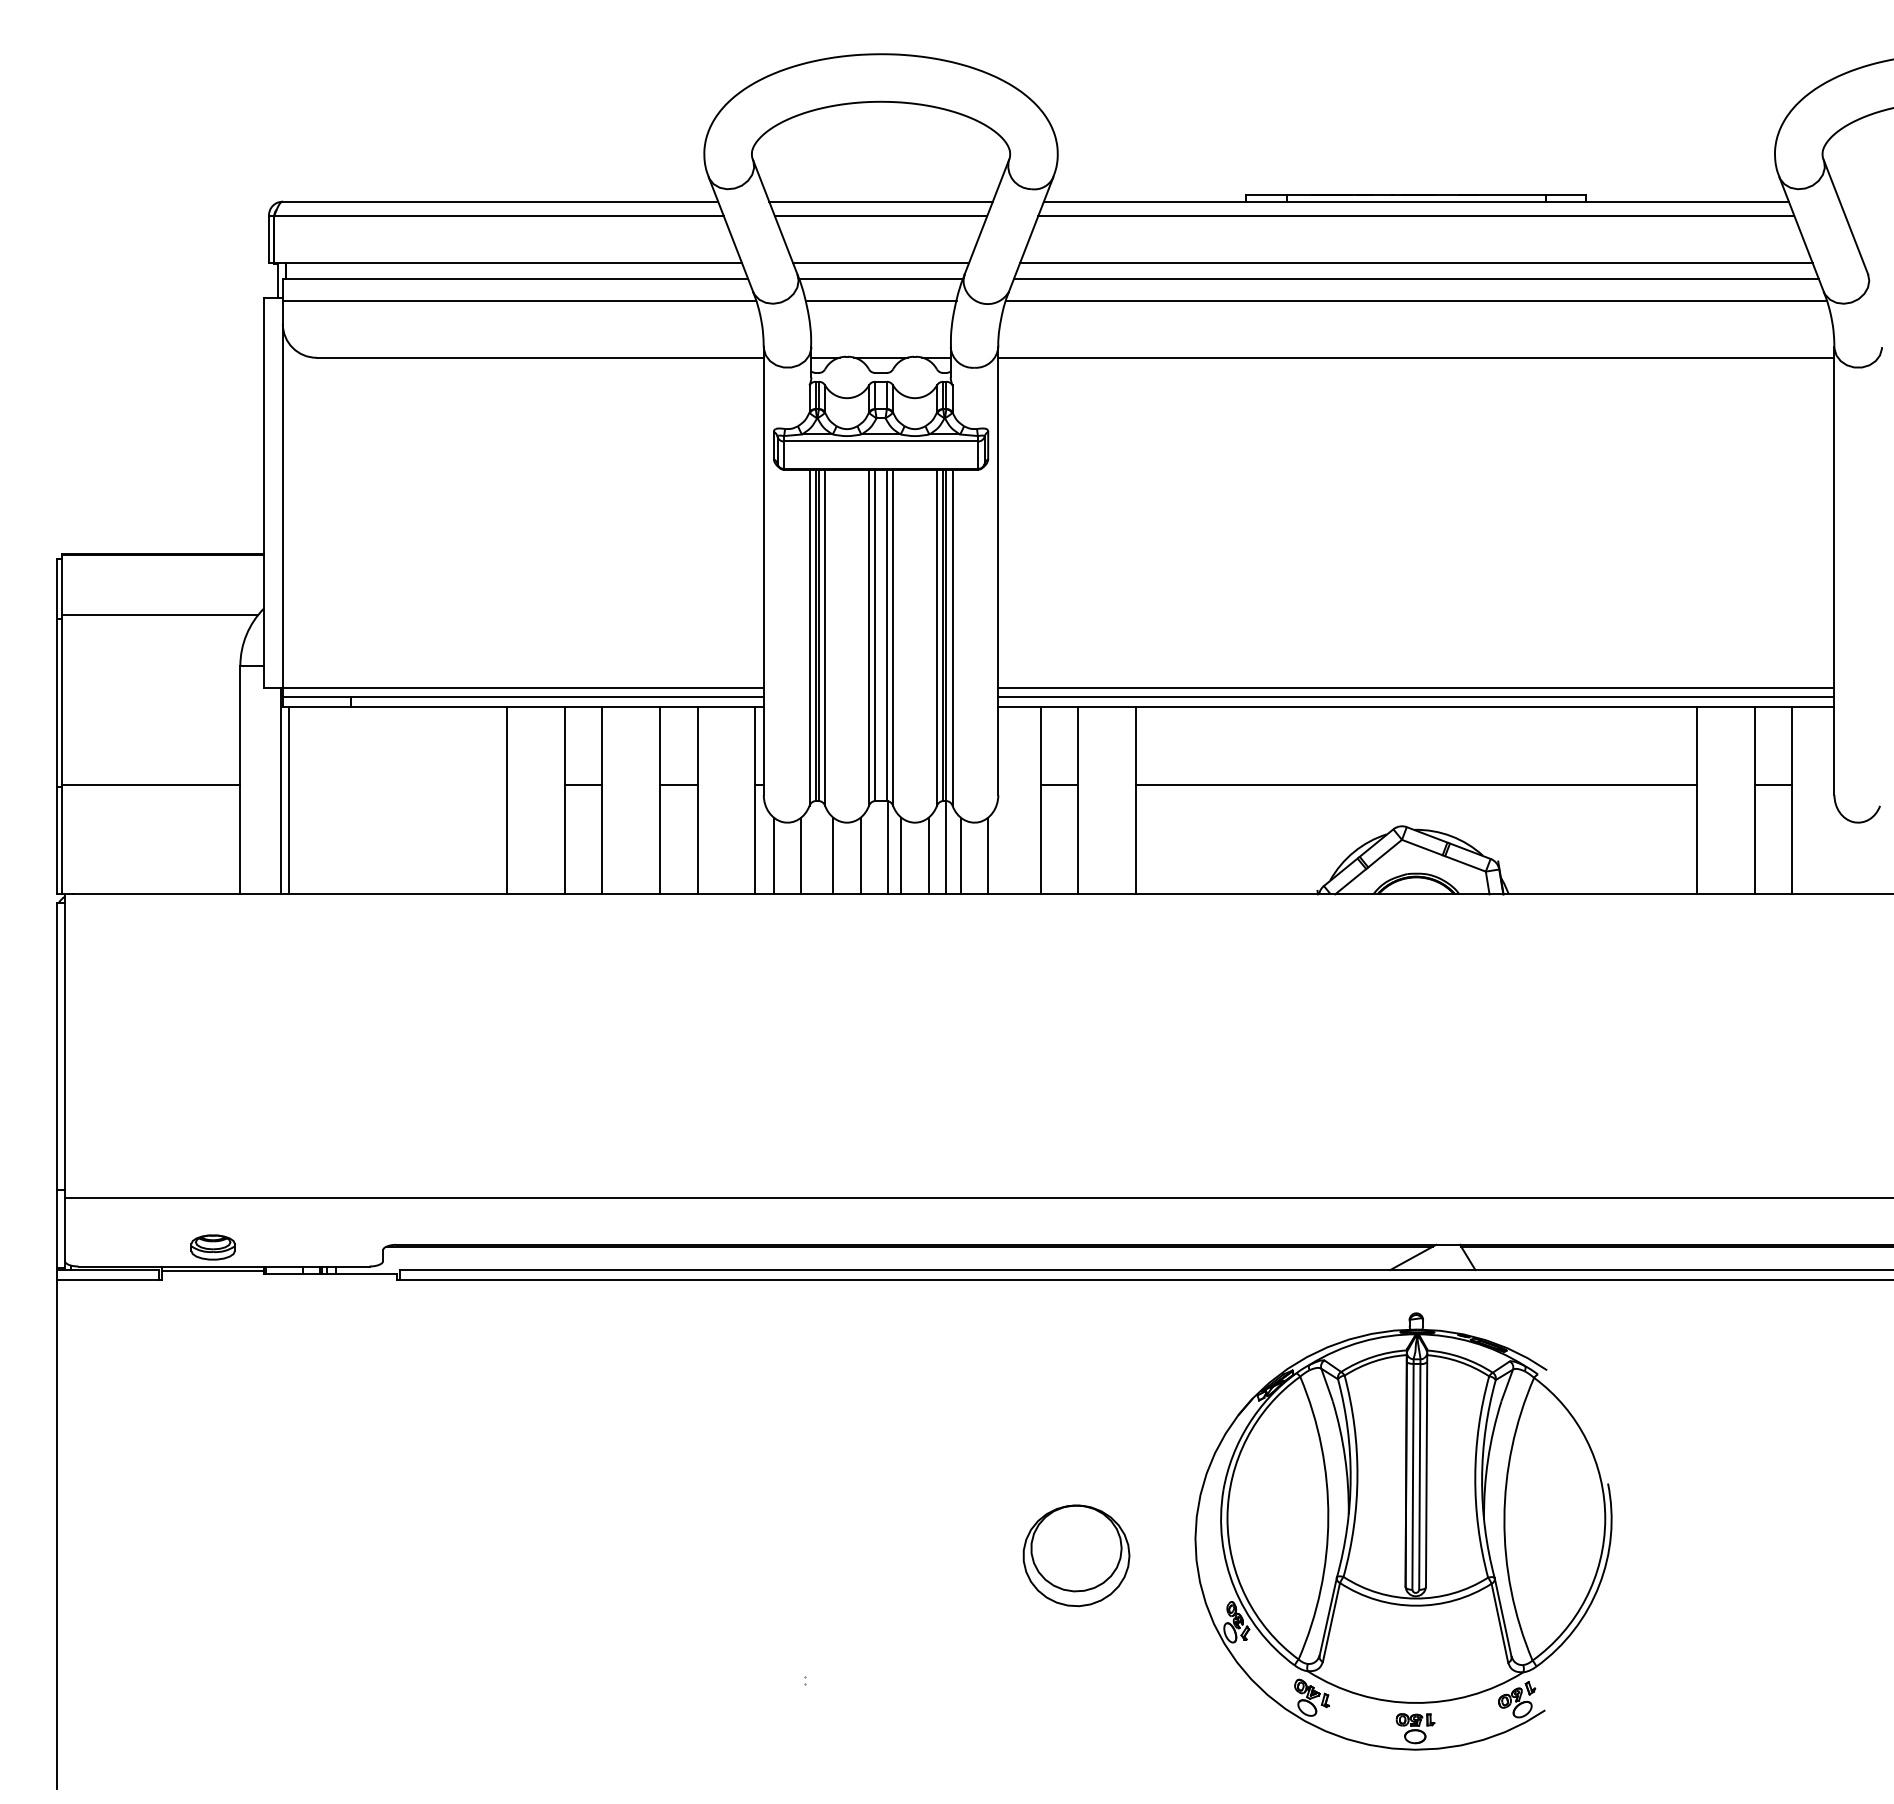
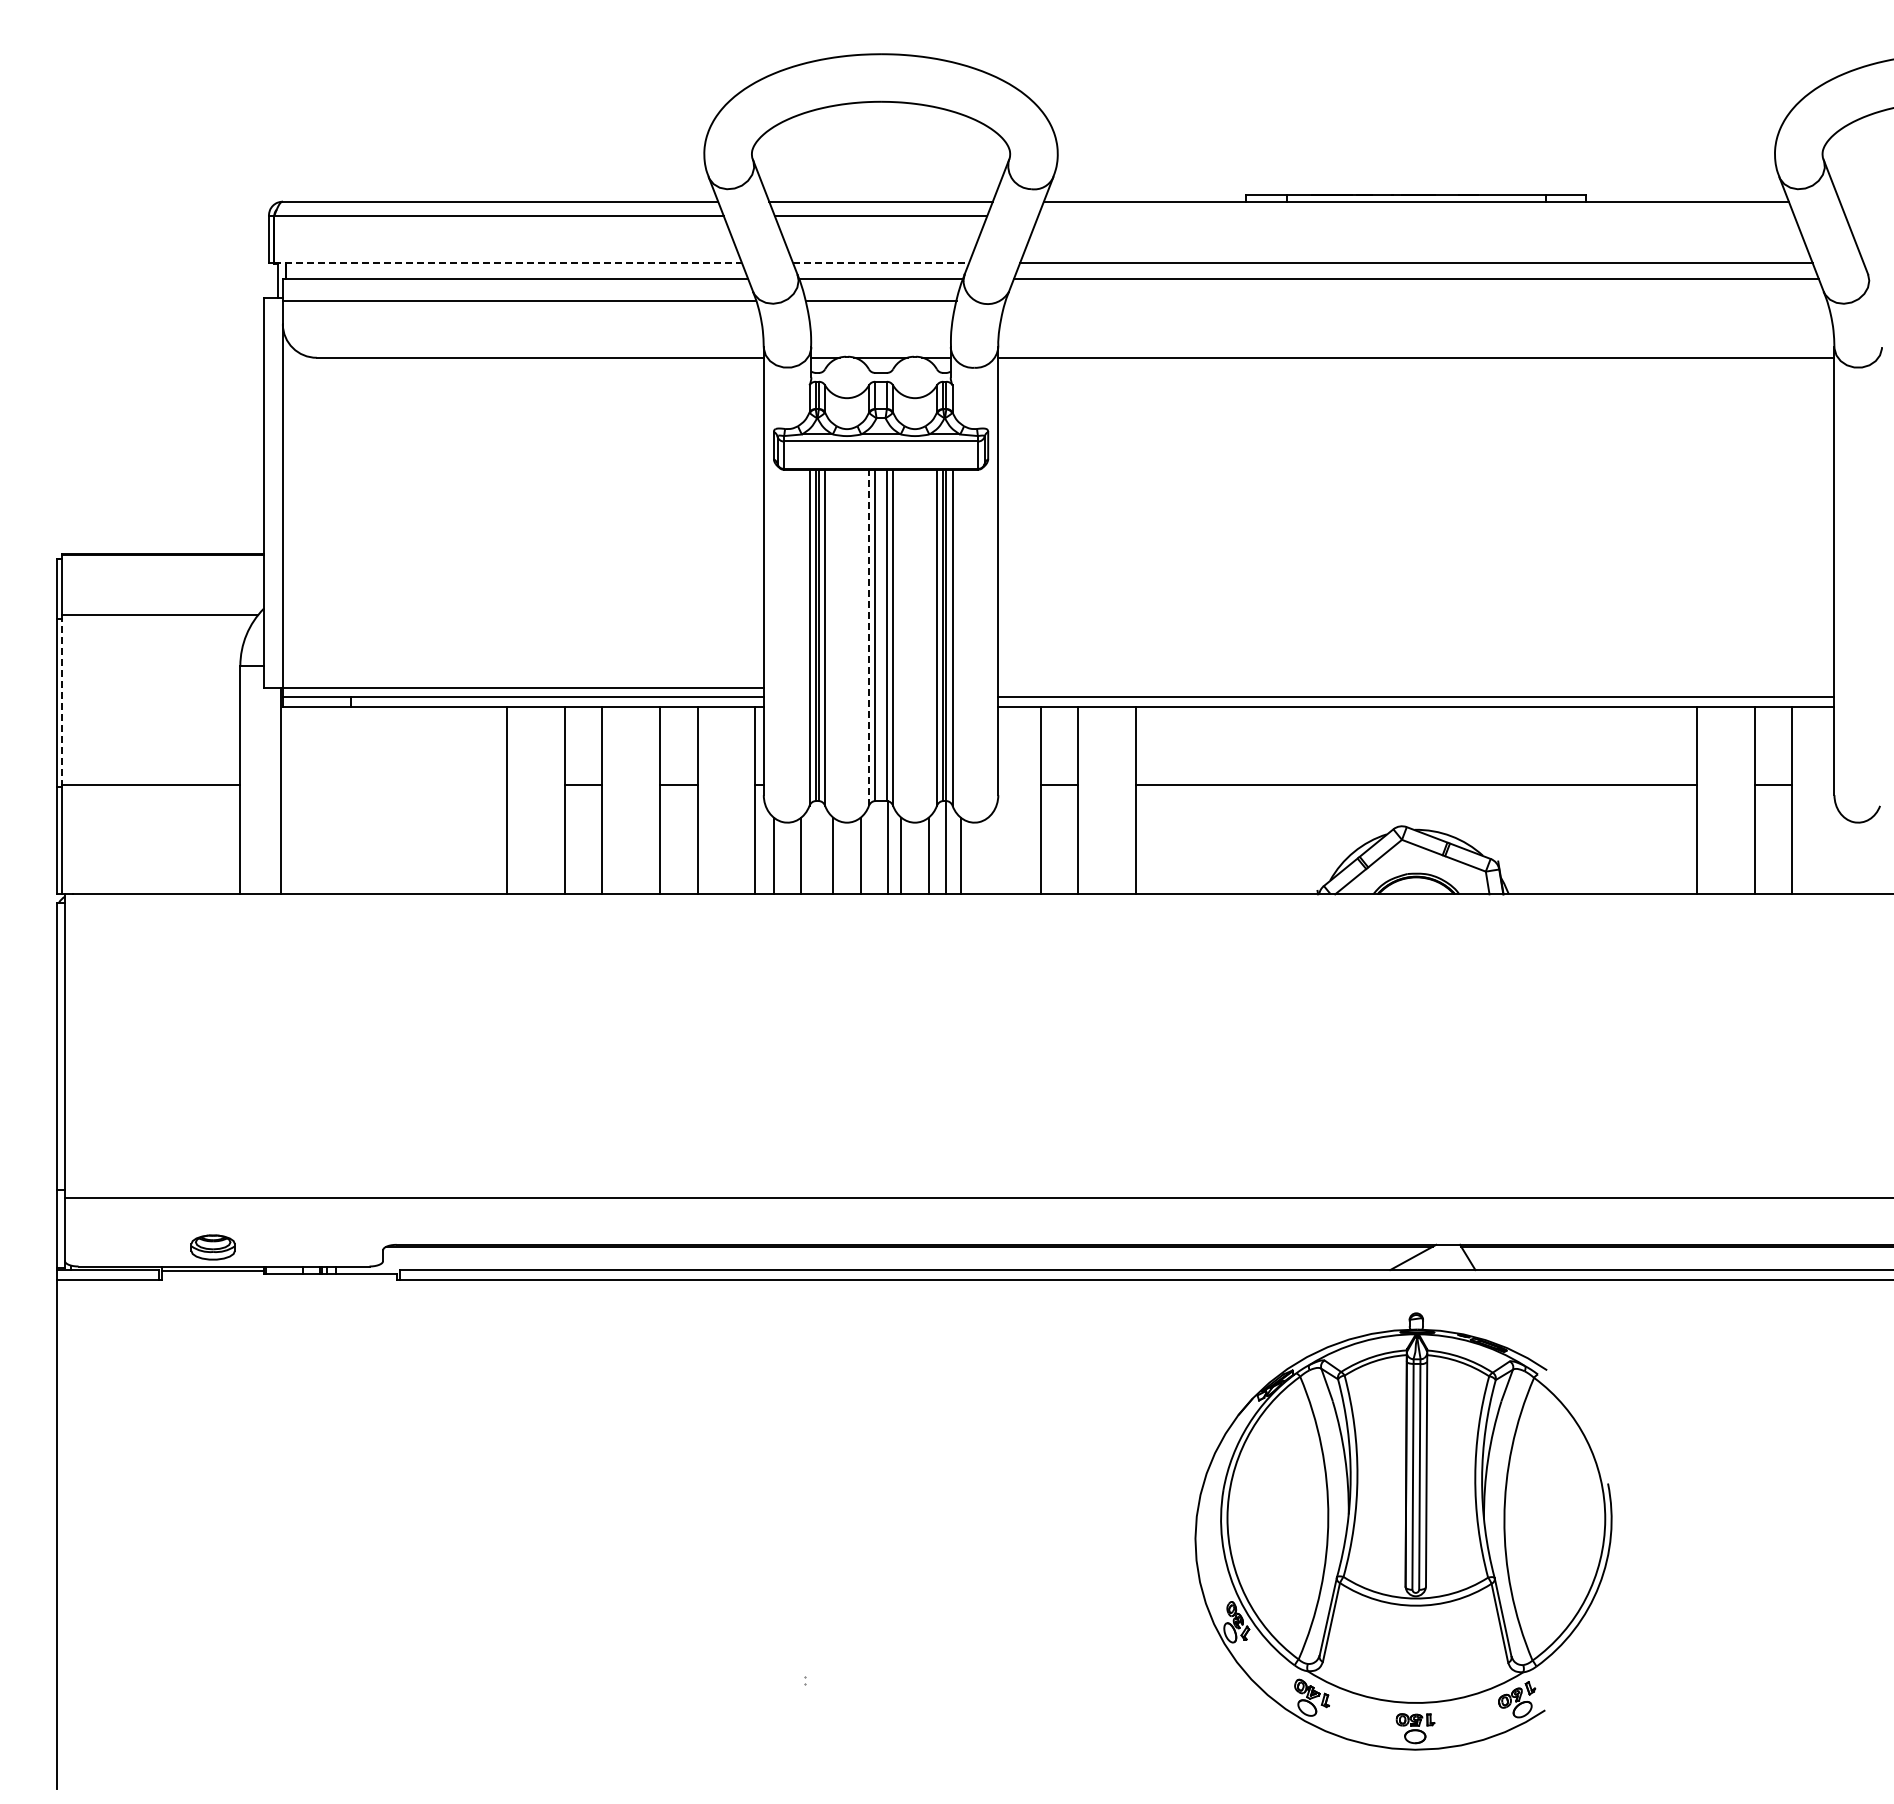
line at (1416, 215): present -> none
line at (508, 262): solid -> dashed
line at (881, 262): solid -> dashed
line at (1415, 300): present -> none
line at (868, 637): solid -> dashed
line at (1416, 688): present -> none
line at (62, 700): solid -> dashed
line at (289, 800): present -> none
line at (988, 855): present -> none
part at (1076, 1555): present -> none
